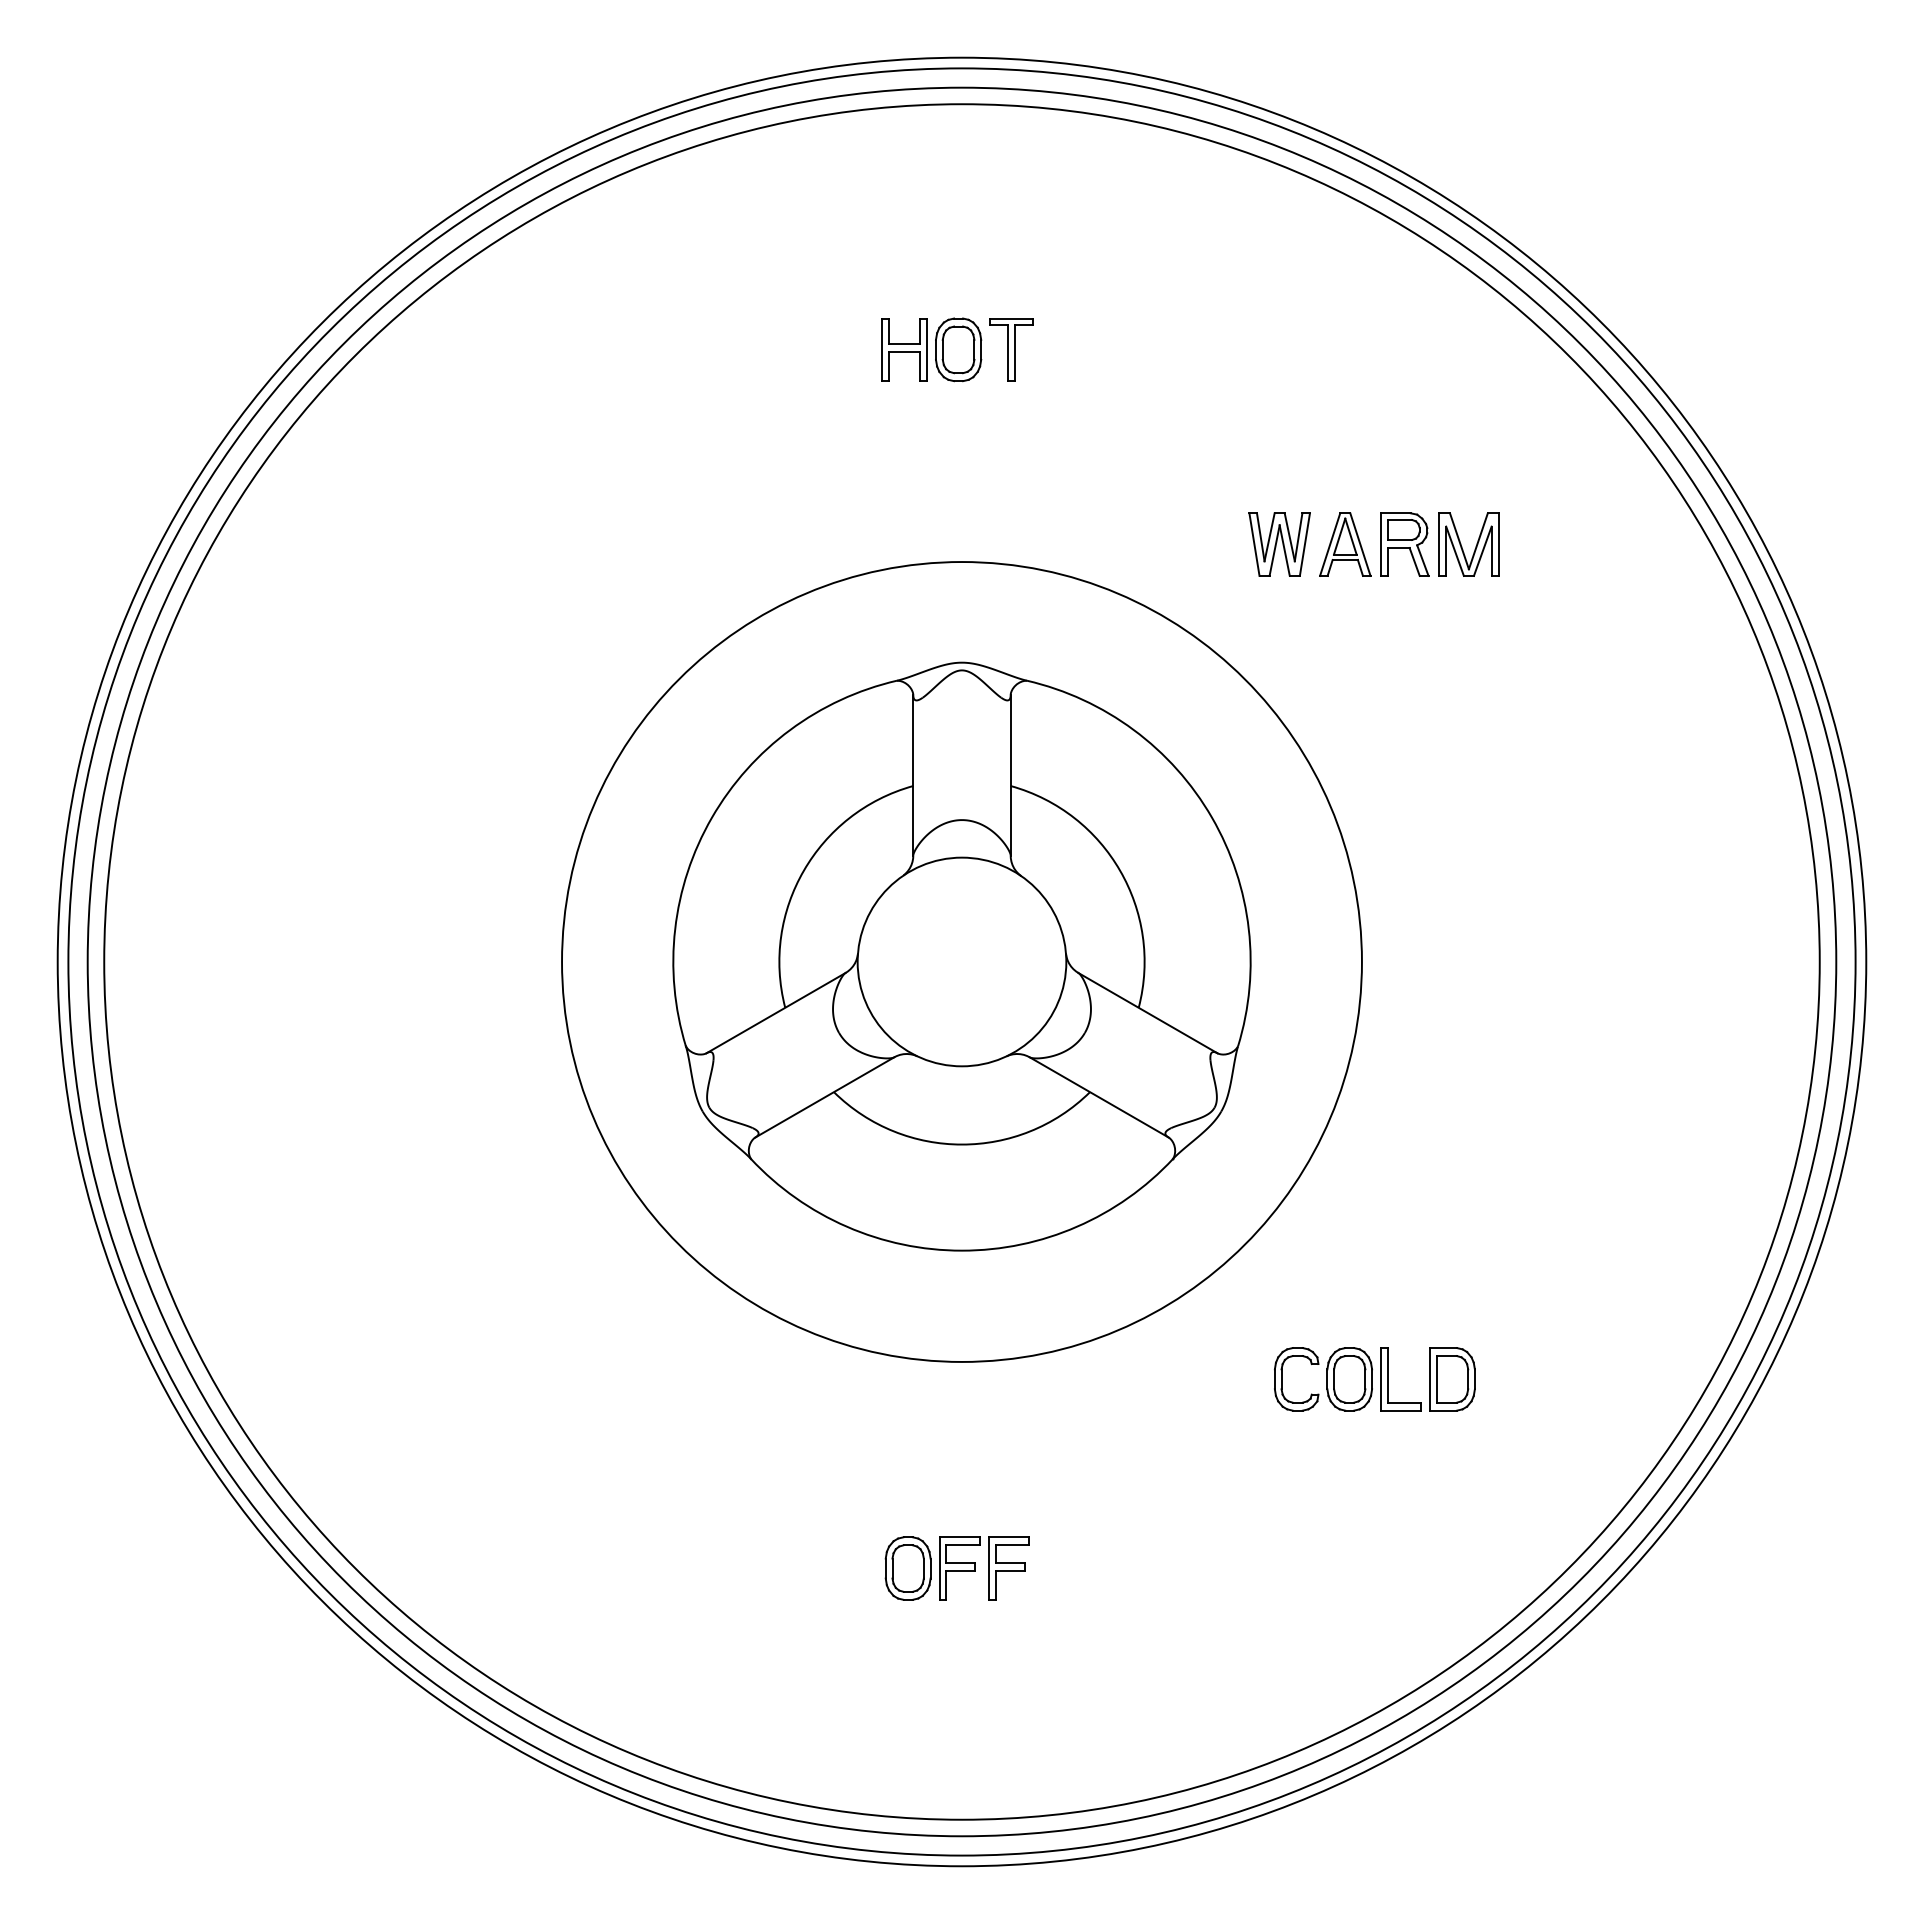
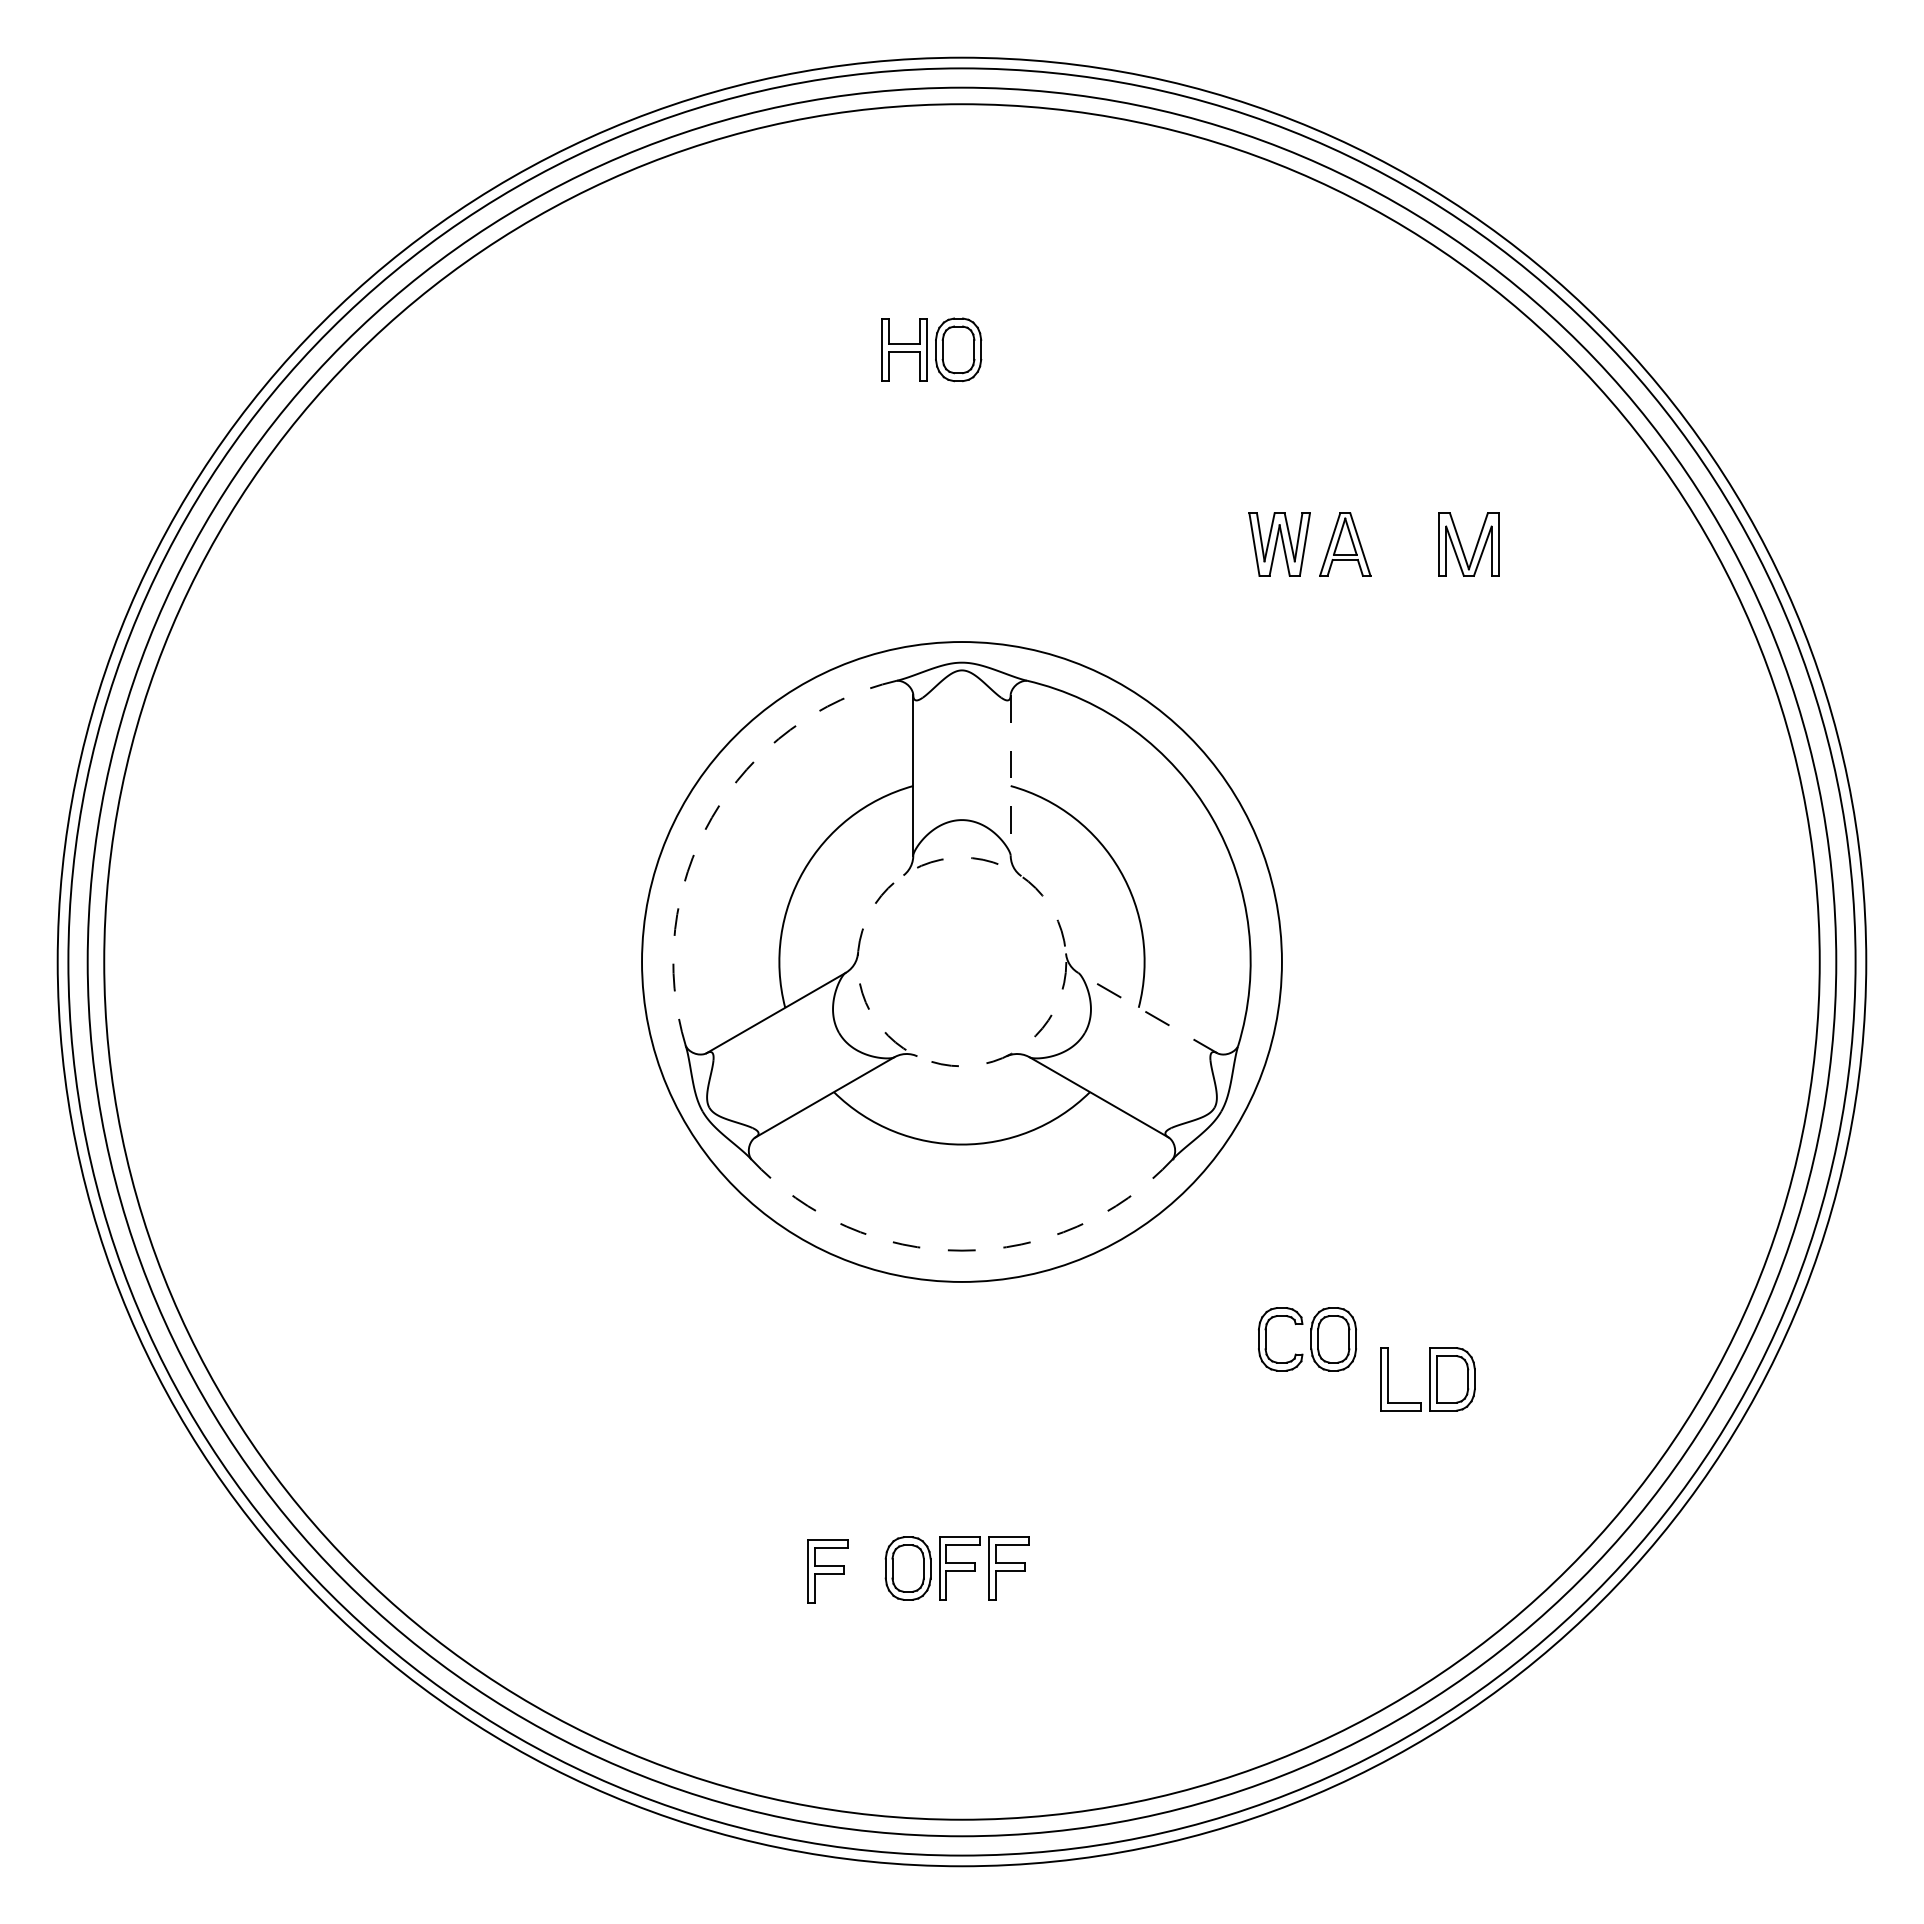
part at (1011, 349): present -> none
part at (1404, 544): present -> none
line at (1010, 775): solid -> dashed
arc at (712, 817): solid -> dashed
circle at (961, 961) diameter: 800 px -> 640 px
circle at (961, 961): solid -> dashed
line at (1147, 1012): solid -> dashed
arc at (962, 1250): solid -> dashed
part at (1323, 1379) position: (1323, 1379) -> (1307, 1339)
part at (827, 1571): none -> present
